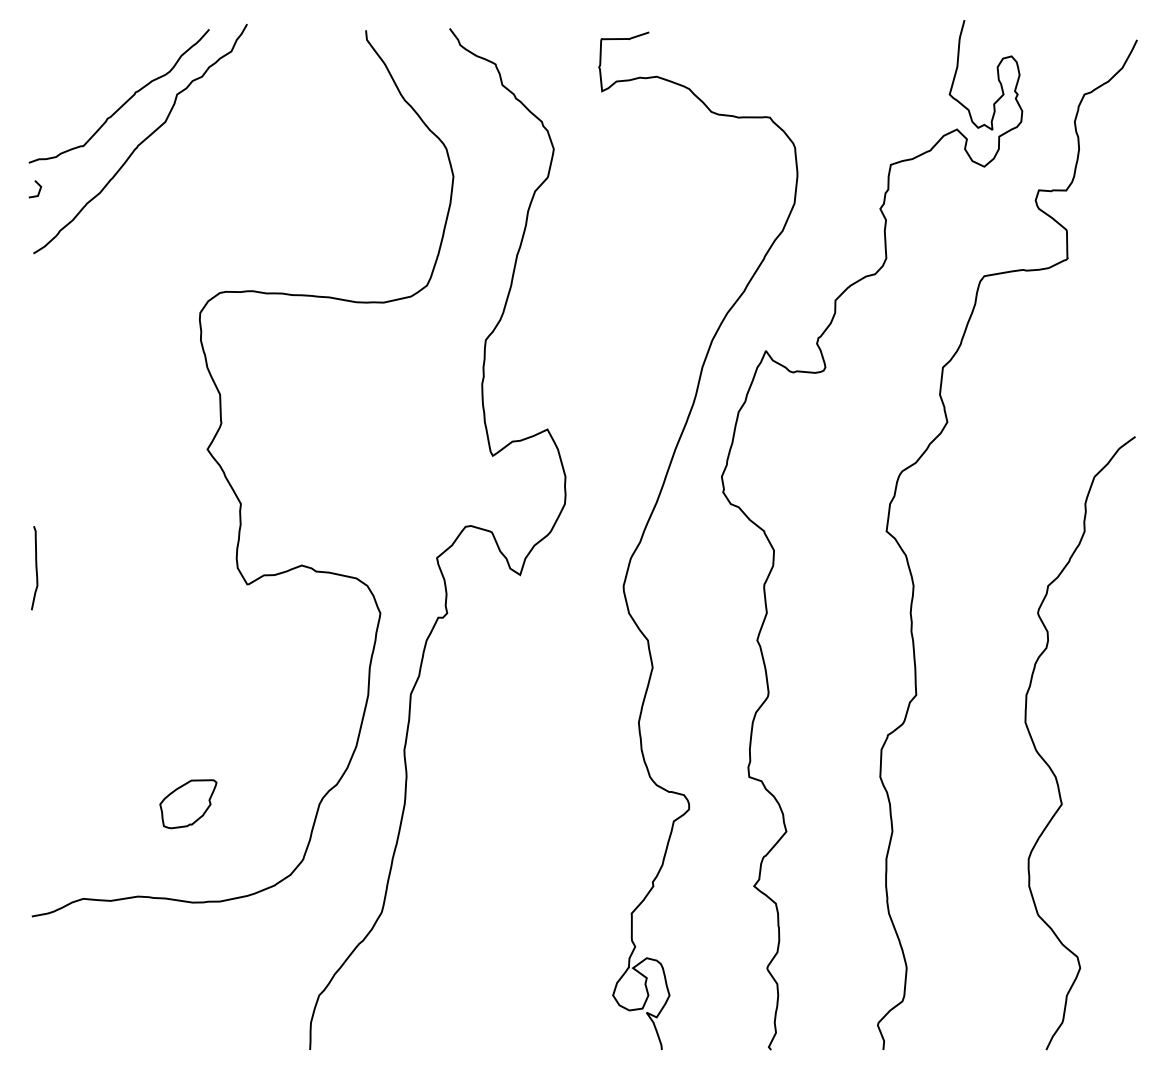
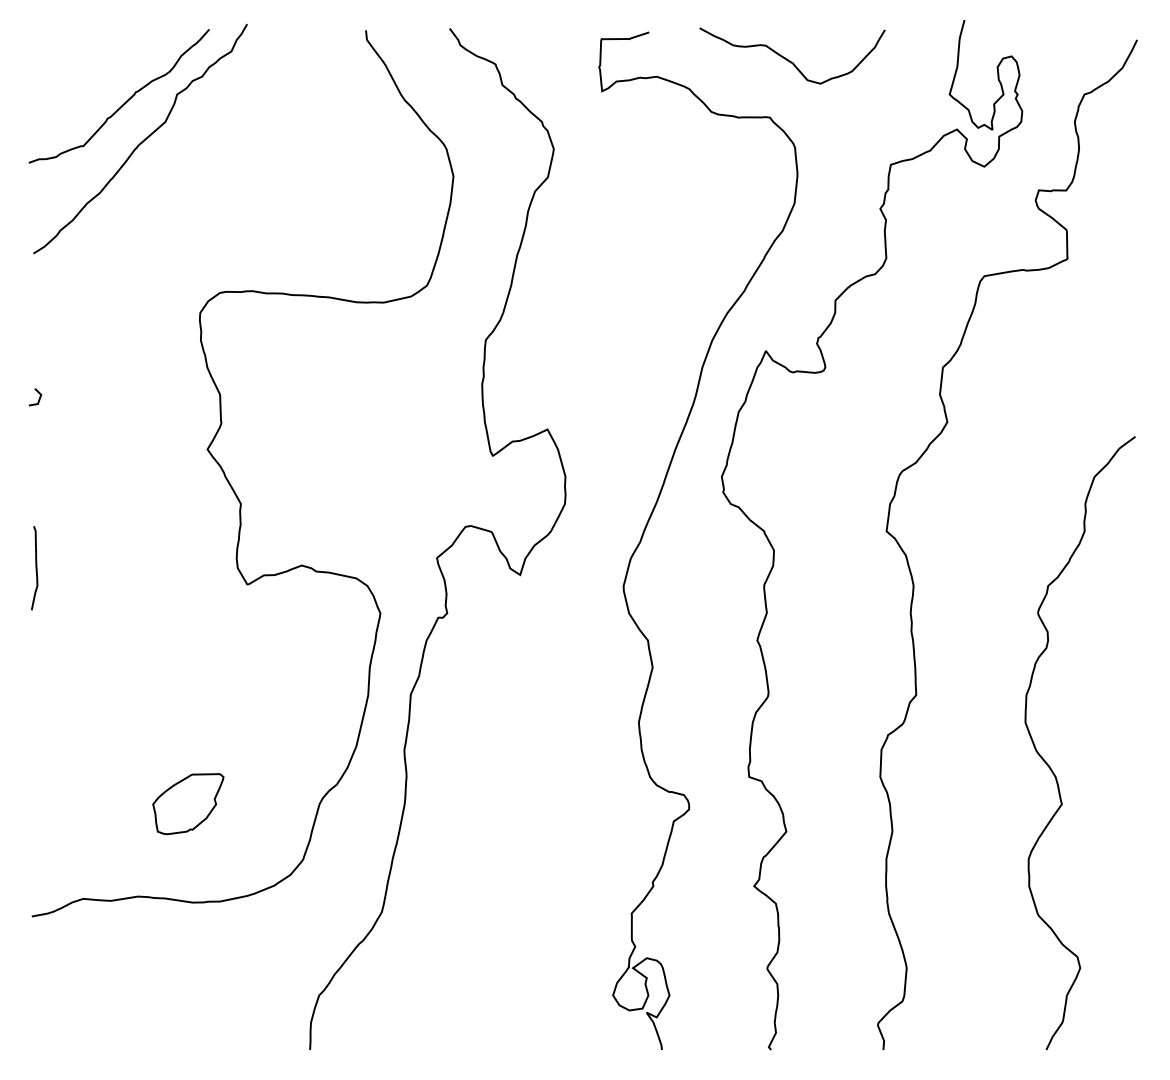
curve at (790, 60): none -> present
line at (38, 191) position: (38, 191) -> (38, 399)
part at (188, 804) size: 59x51 px -> 73x63 px
